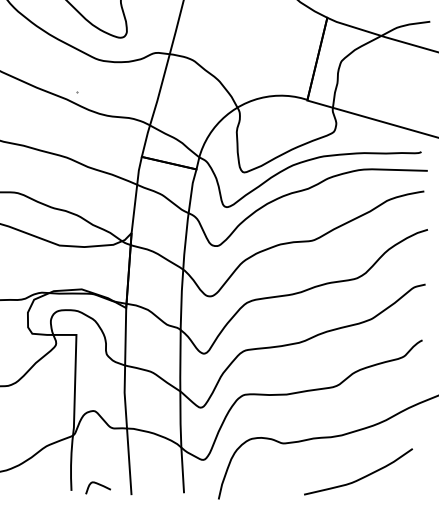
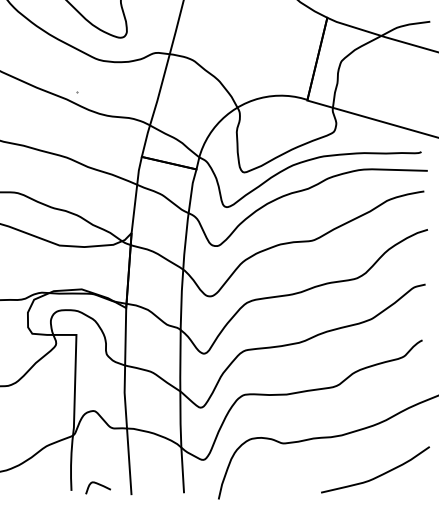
curve at (361, 477) position: (361, 477) -> (378, 475)
